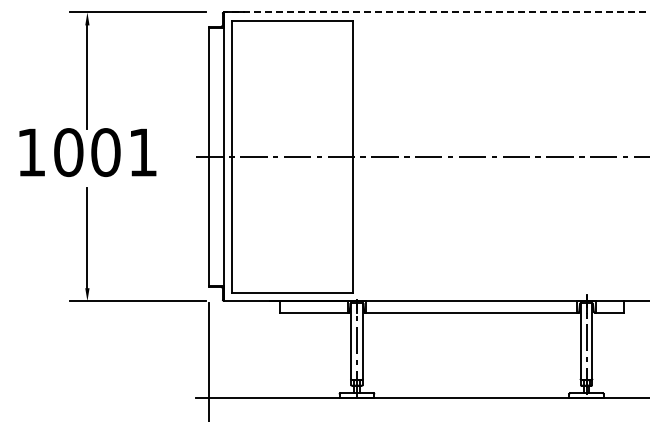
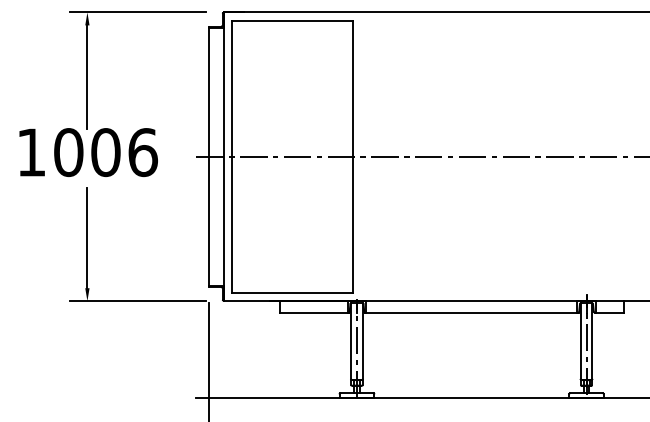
line at (436, 12): dashed -> solid
text at (142, 152): 1001 -> 1006
